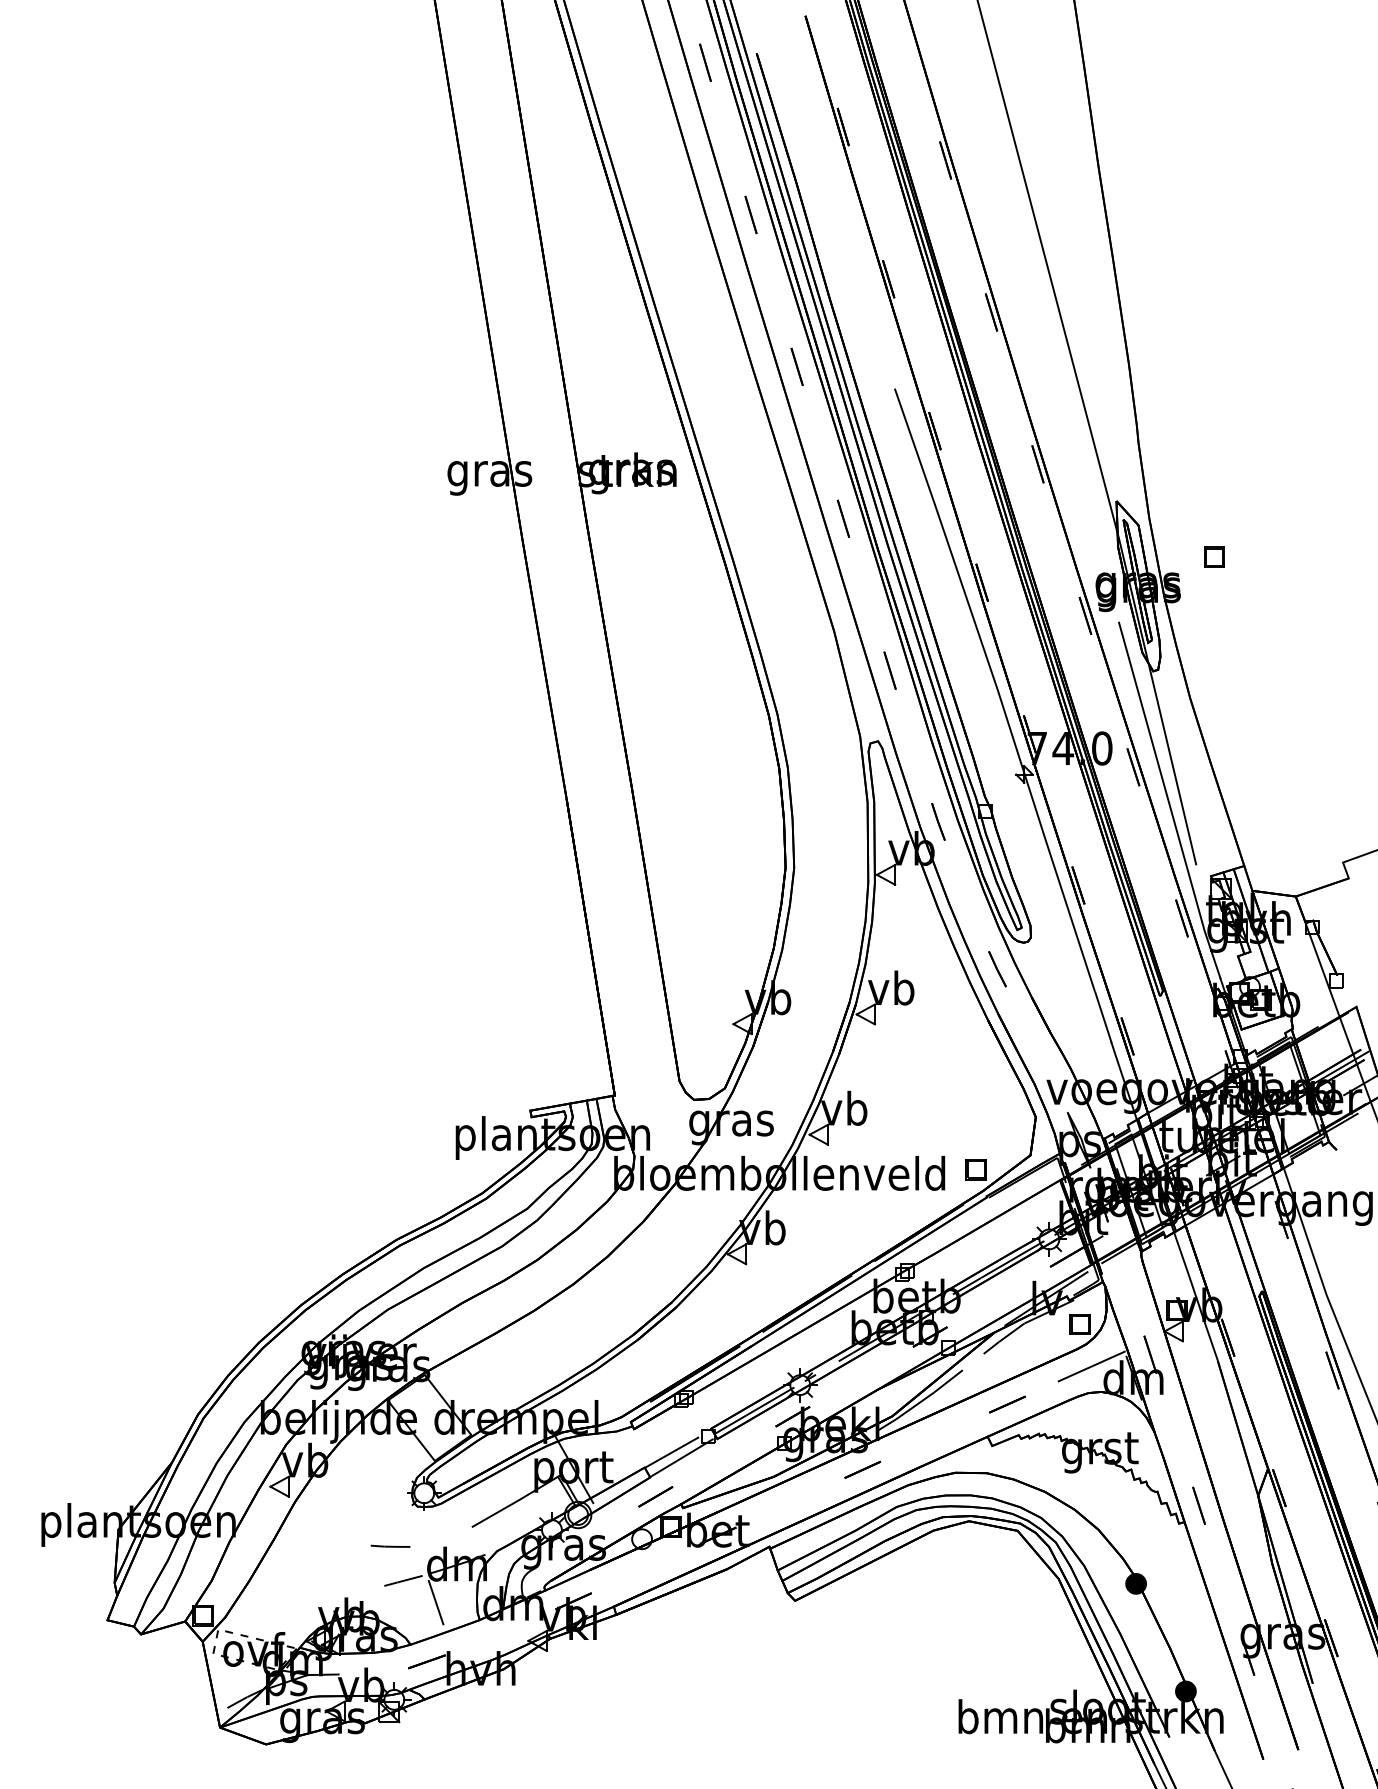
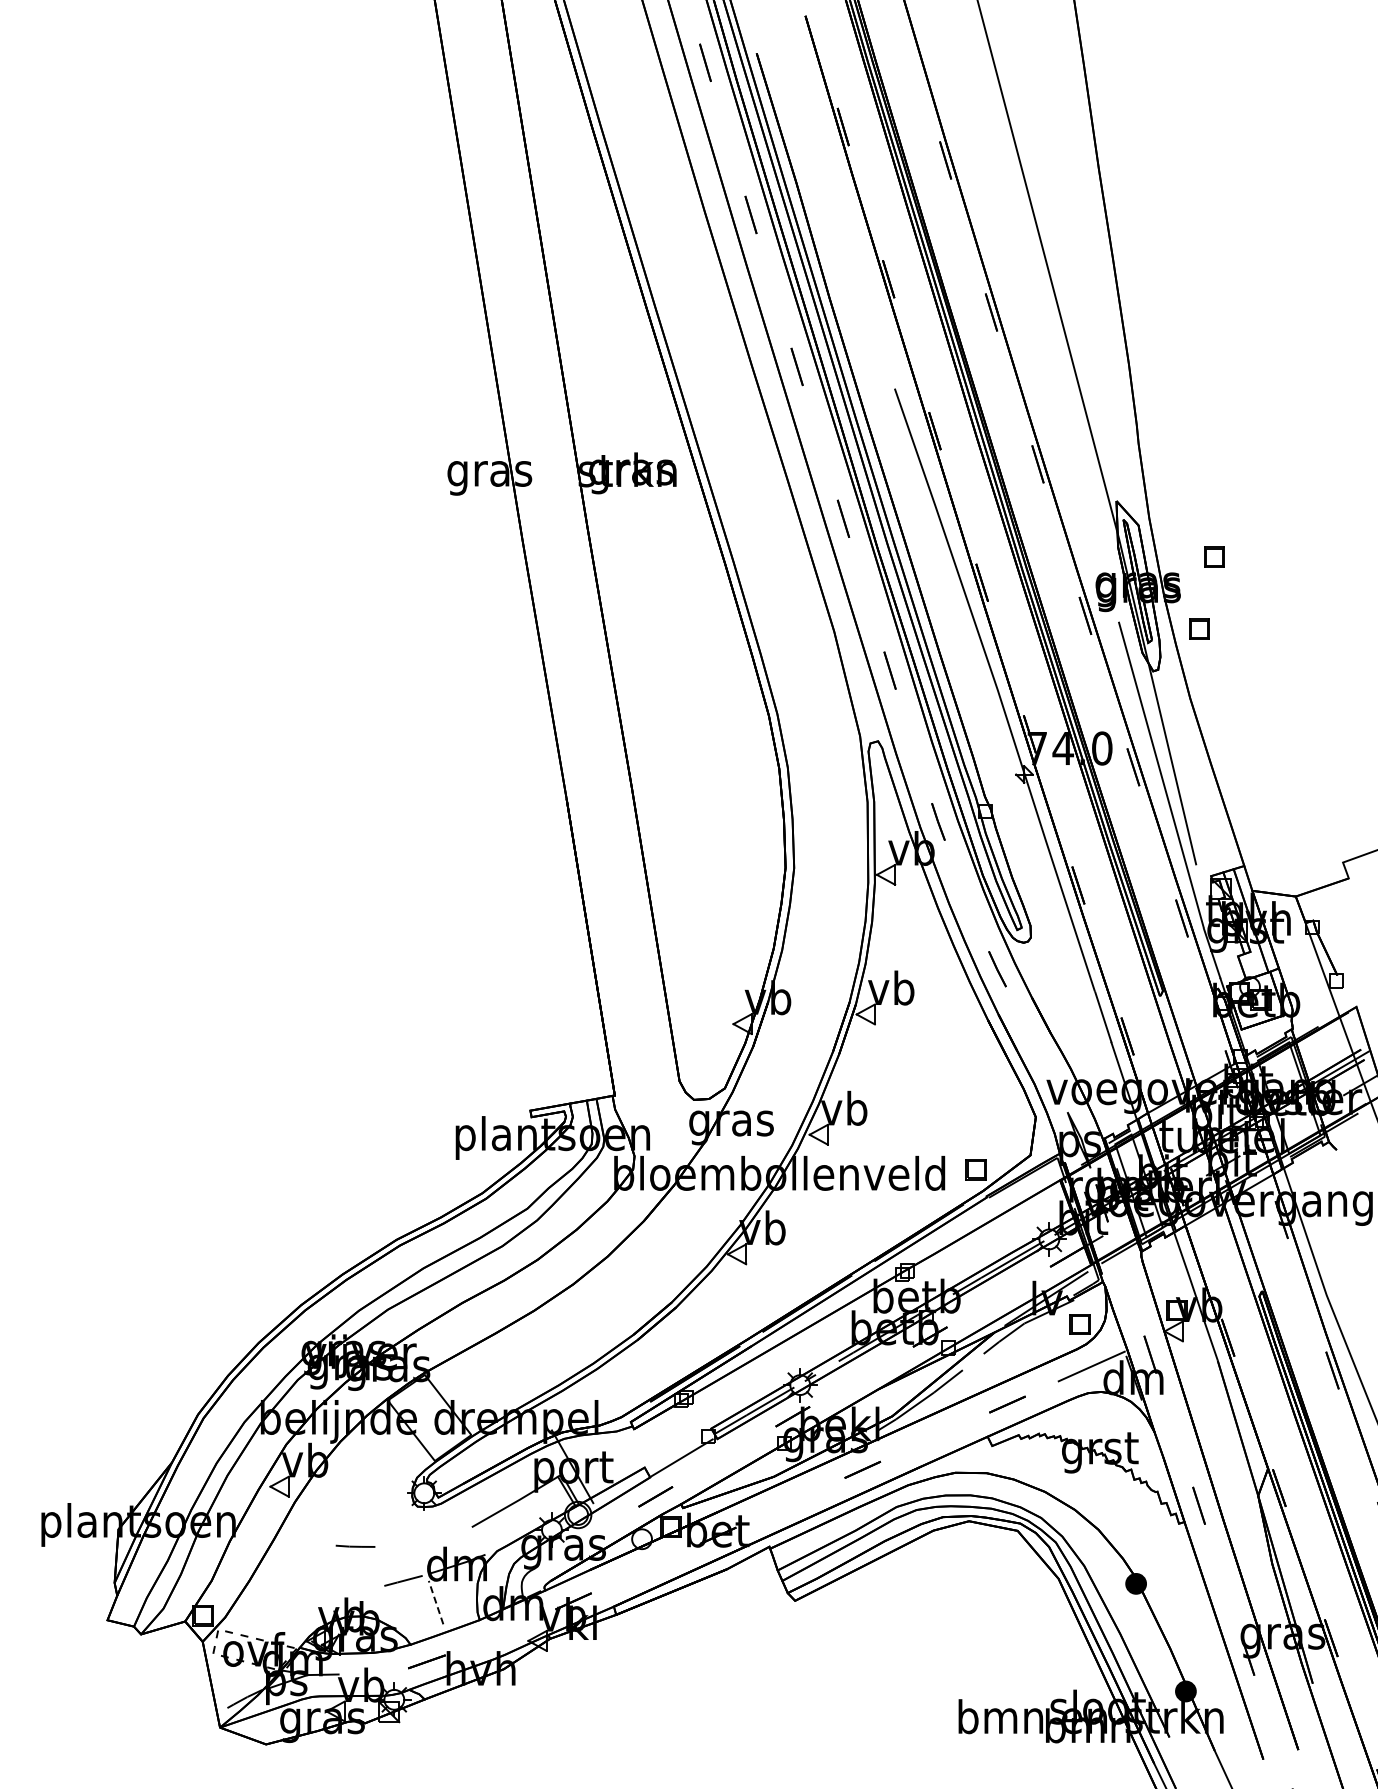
part at (1199, 628): none -> present
line at (672, 1452): present -> none
line at (390, 1545) position: (390, 1545) -> (355, 1545)
line at (436, 1602): solid -> dashed
